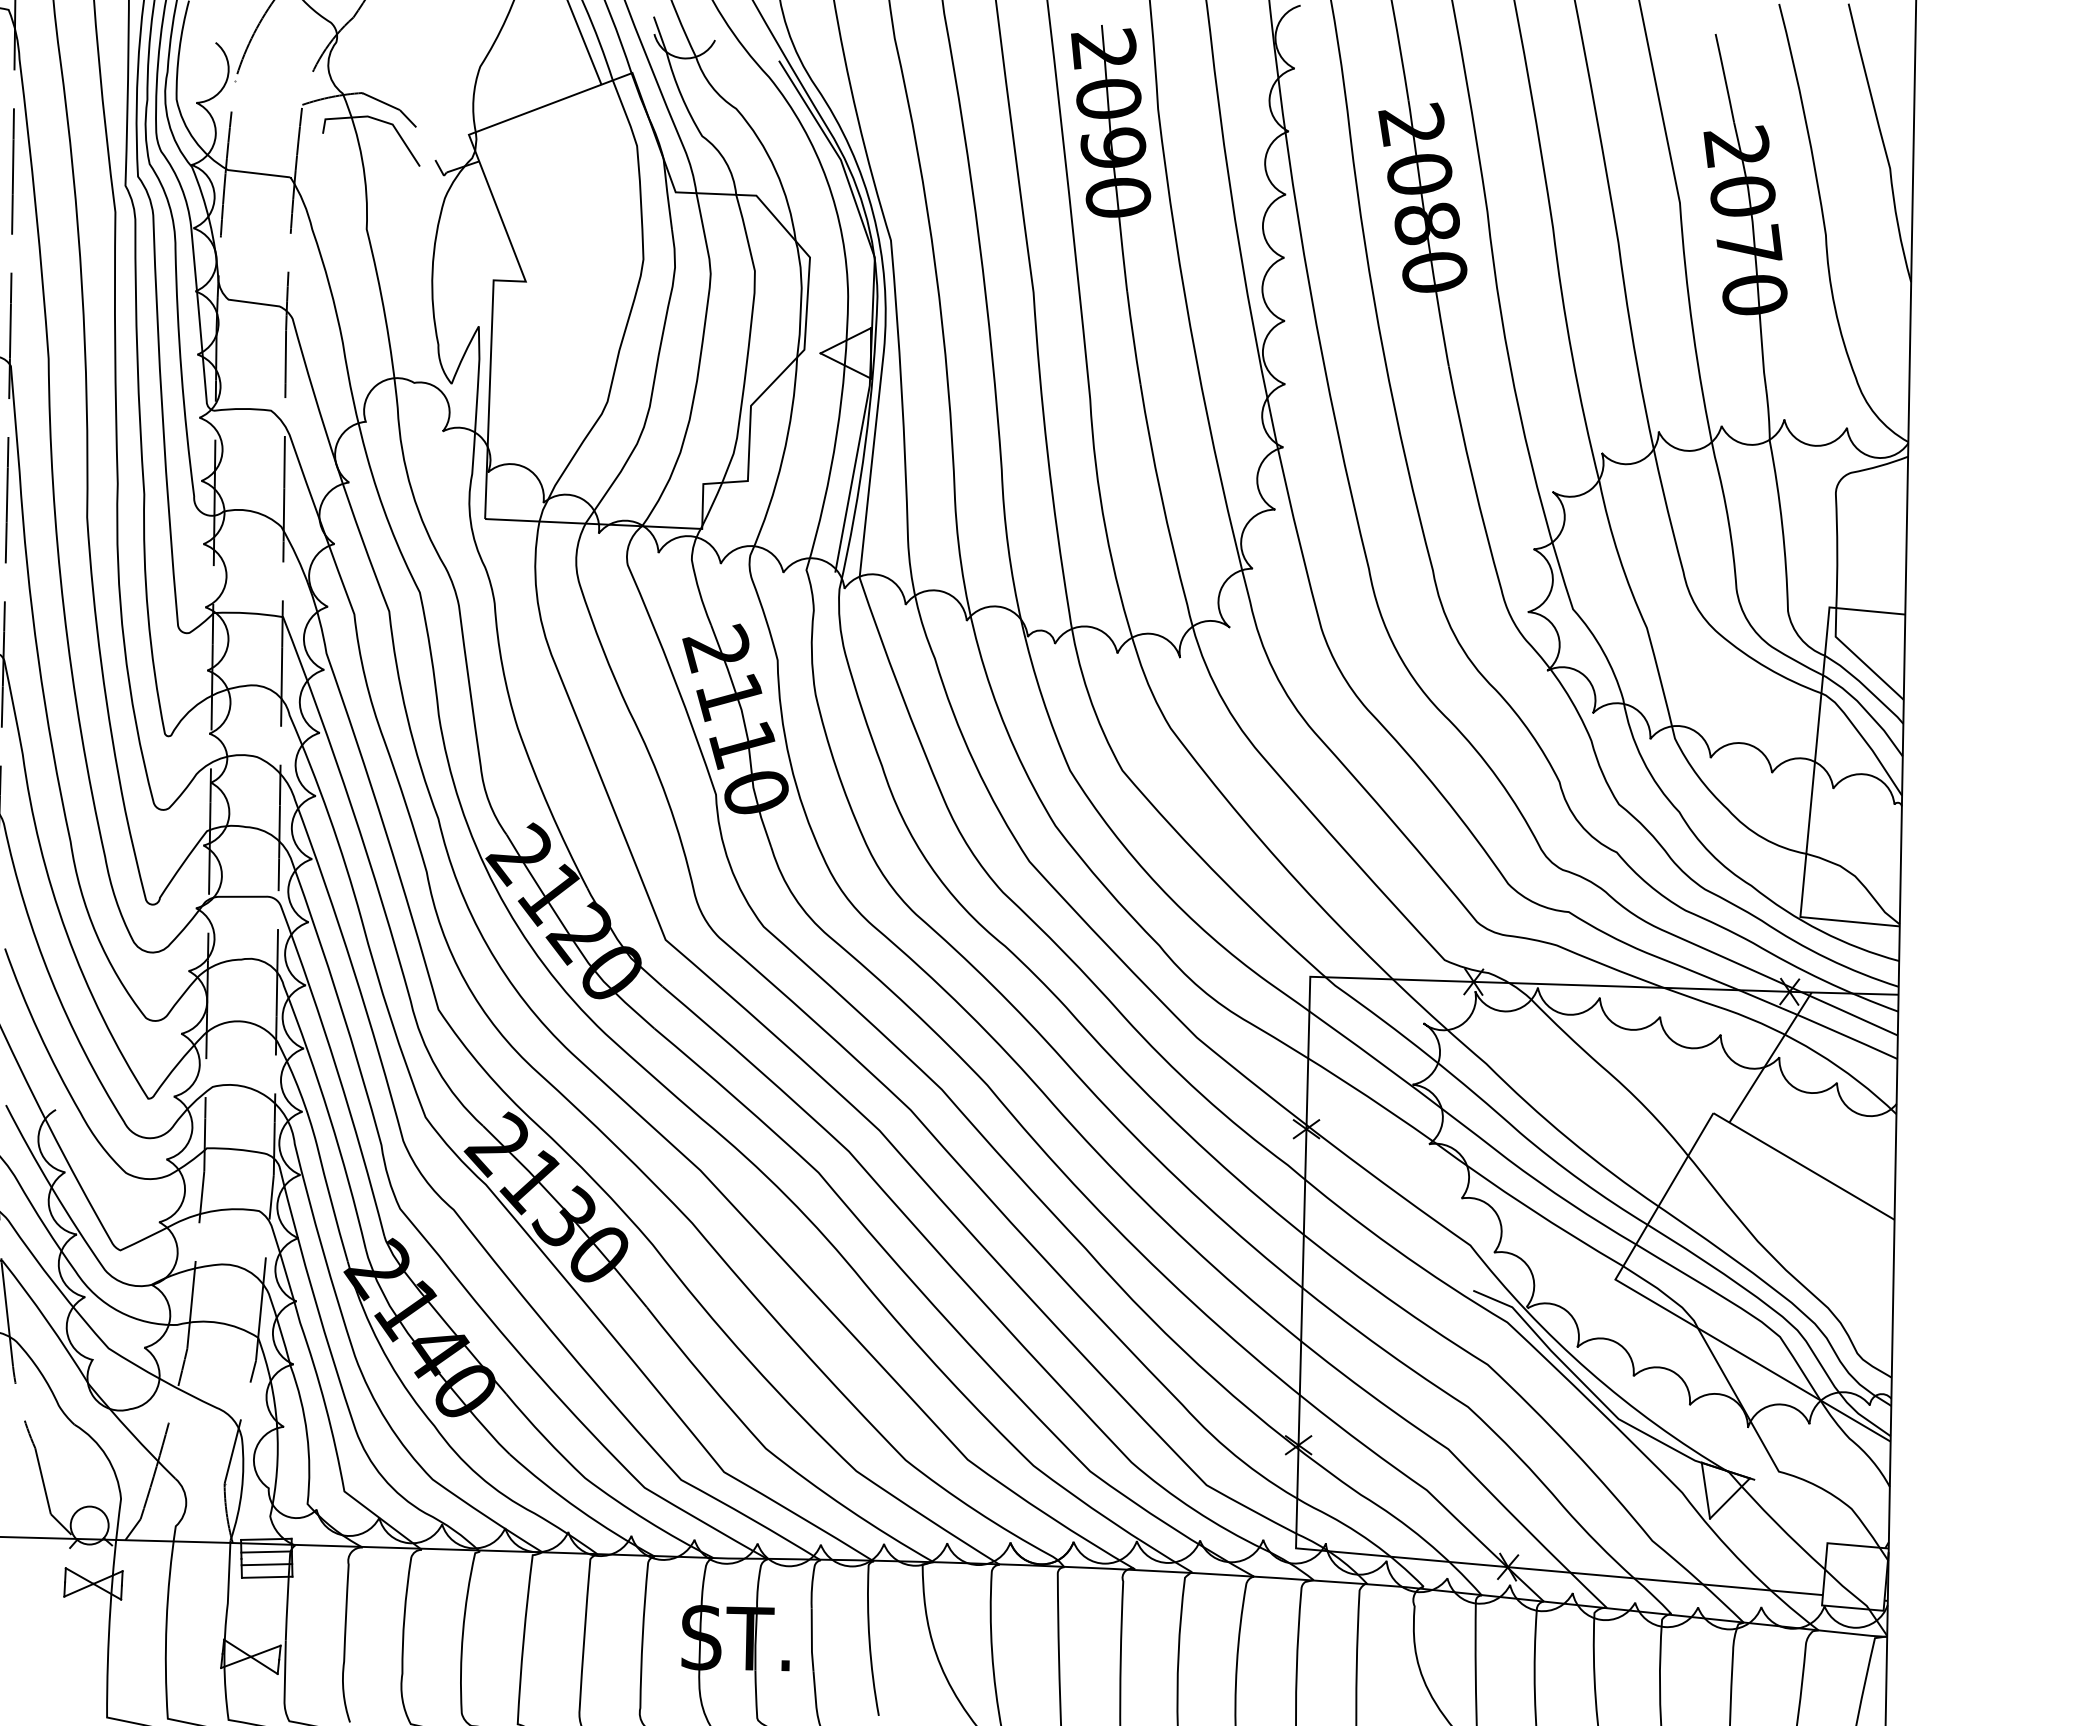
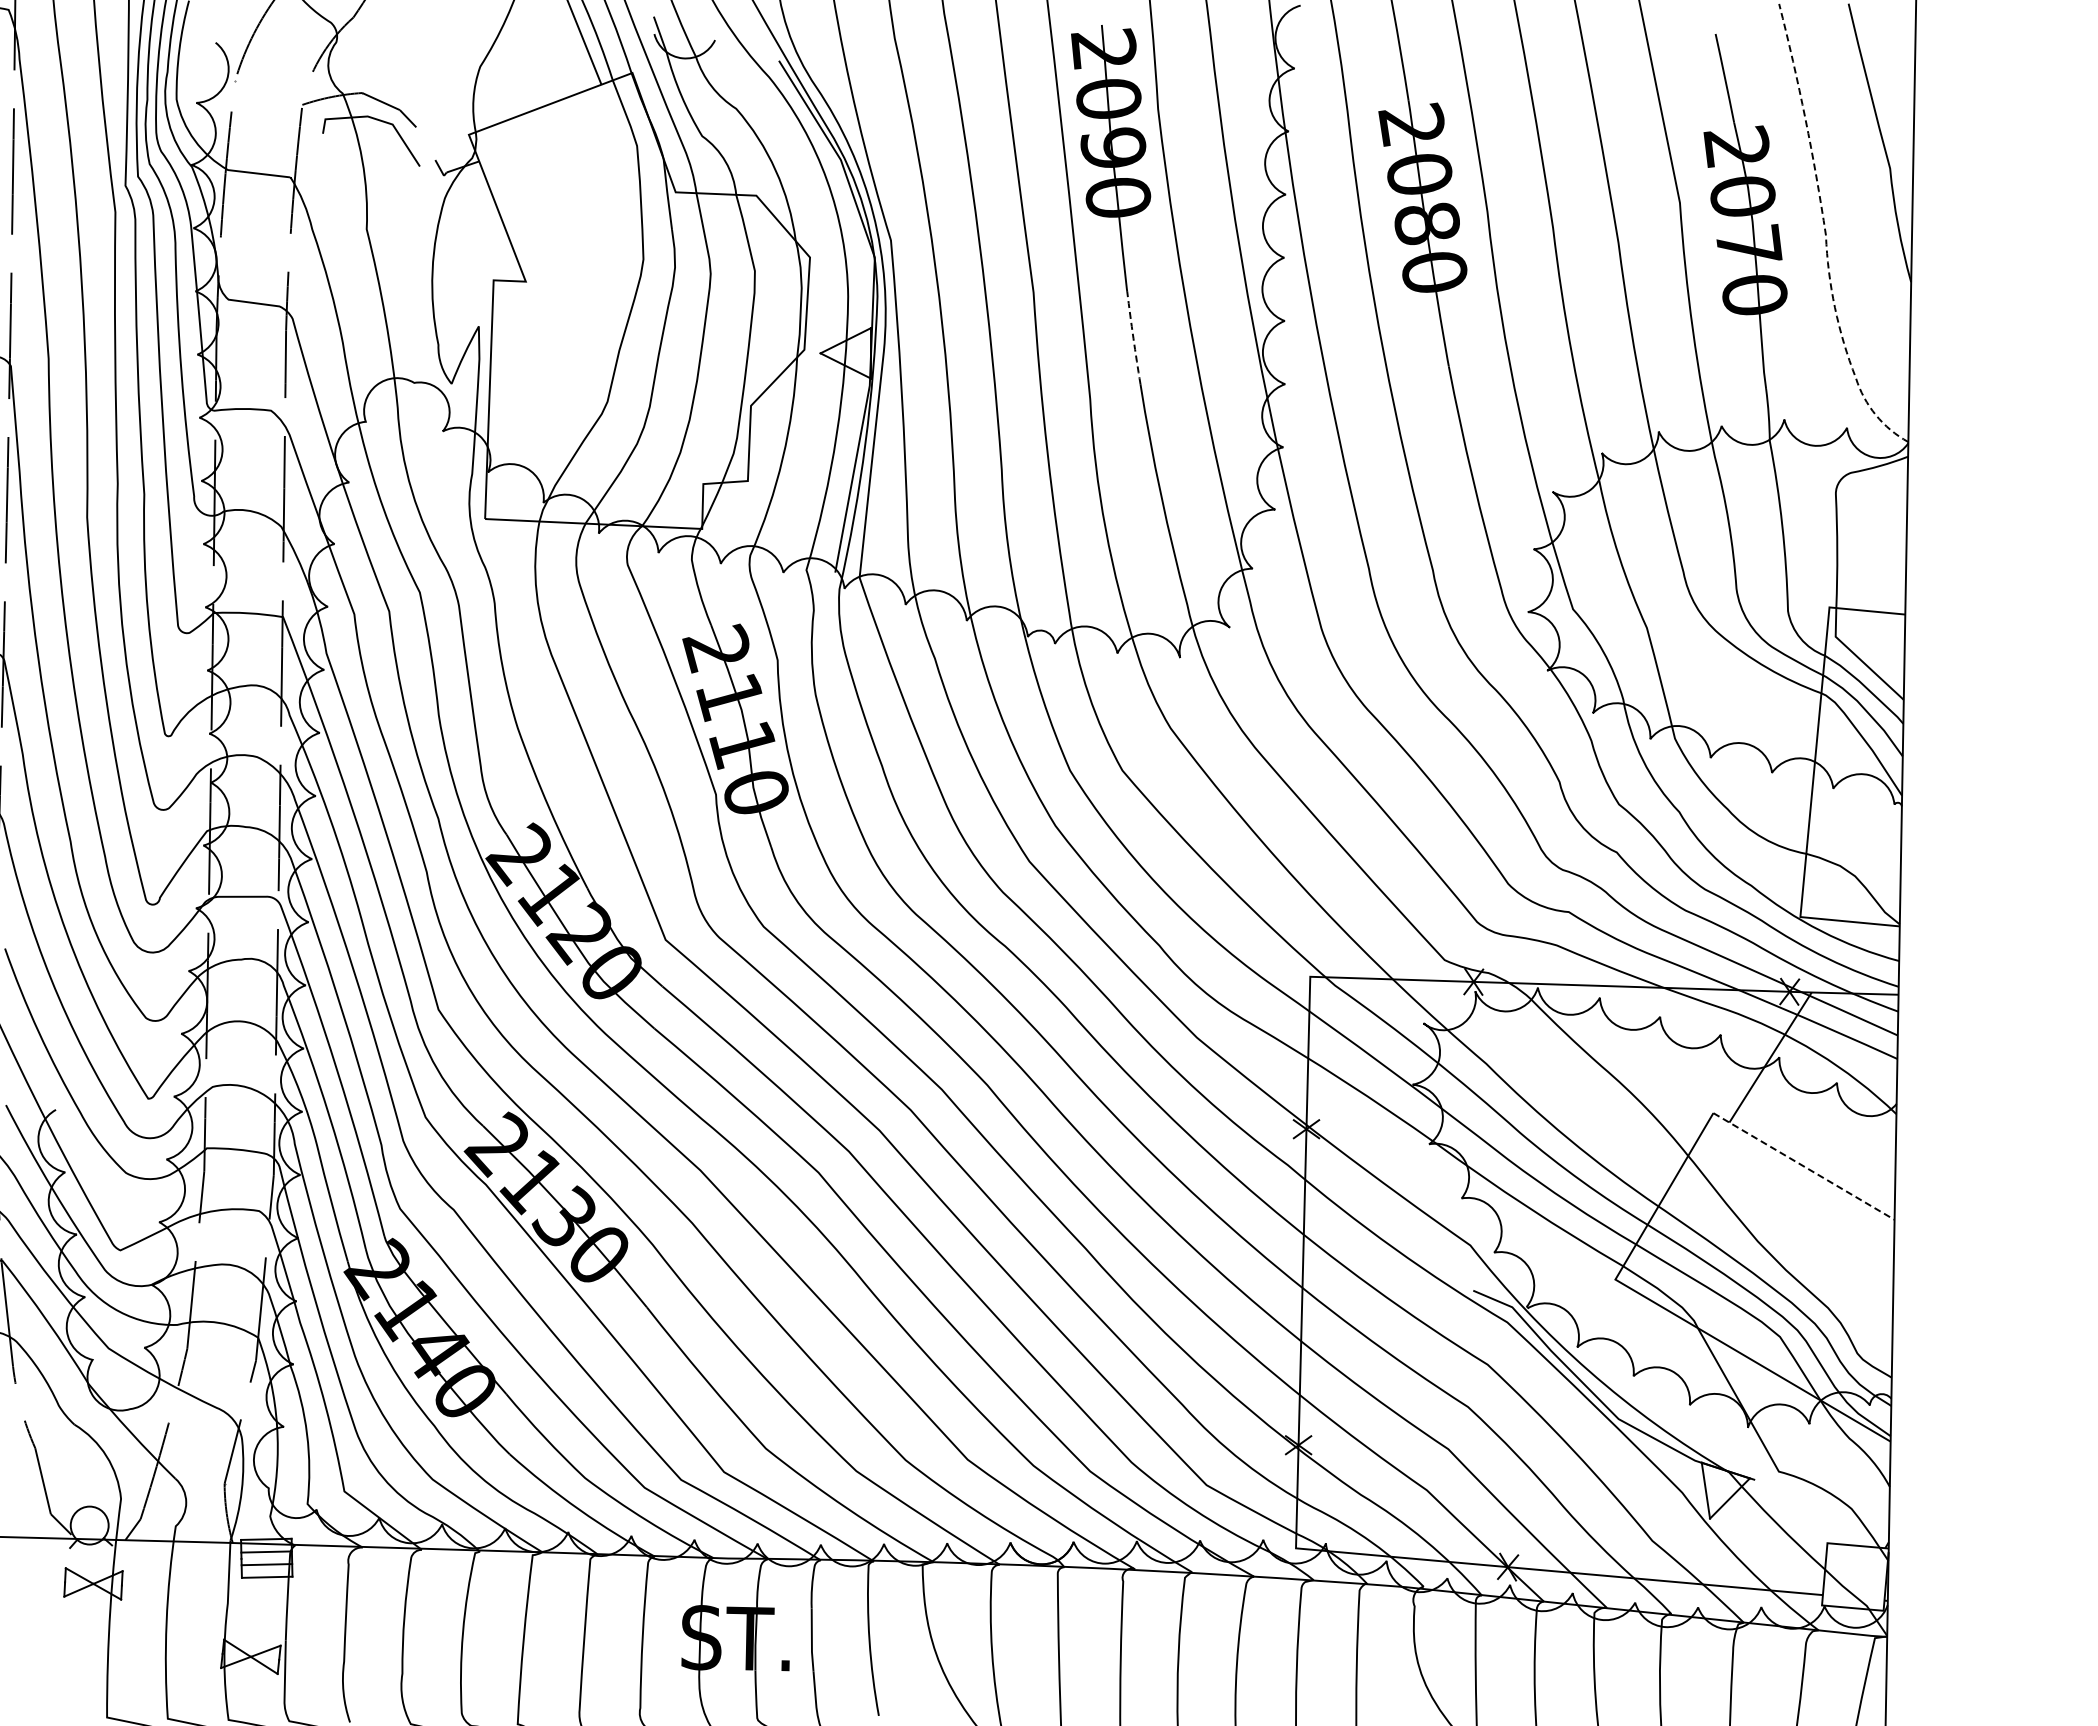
line at (1826, 240): solid -> dashed
line at (1133, 338): solid -> dashed
line at (1804, 1166): solid -> dashed
